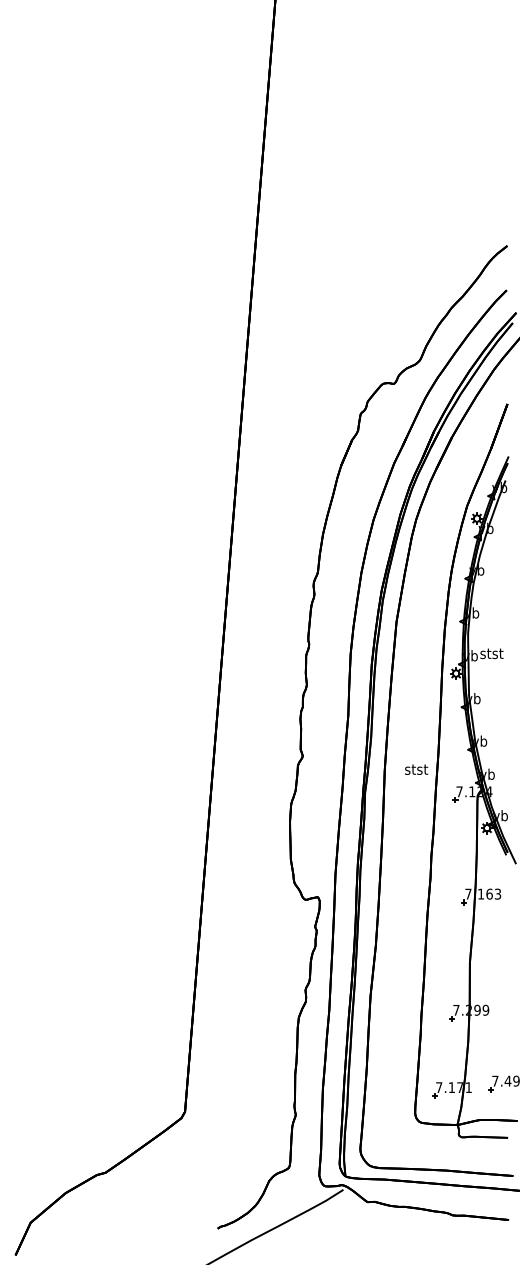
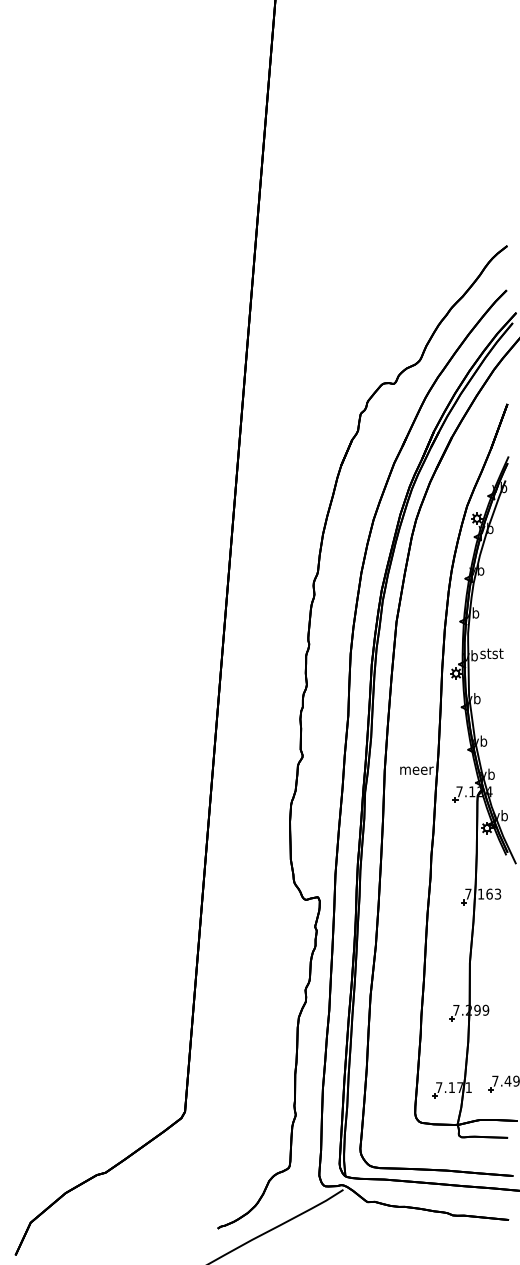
text at (416, 769): stst -> meer
